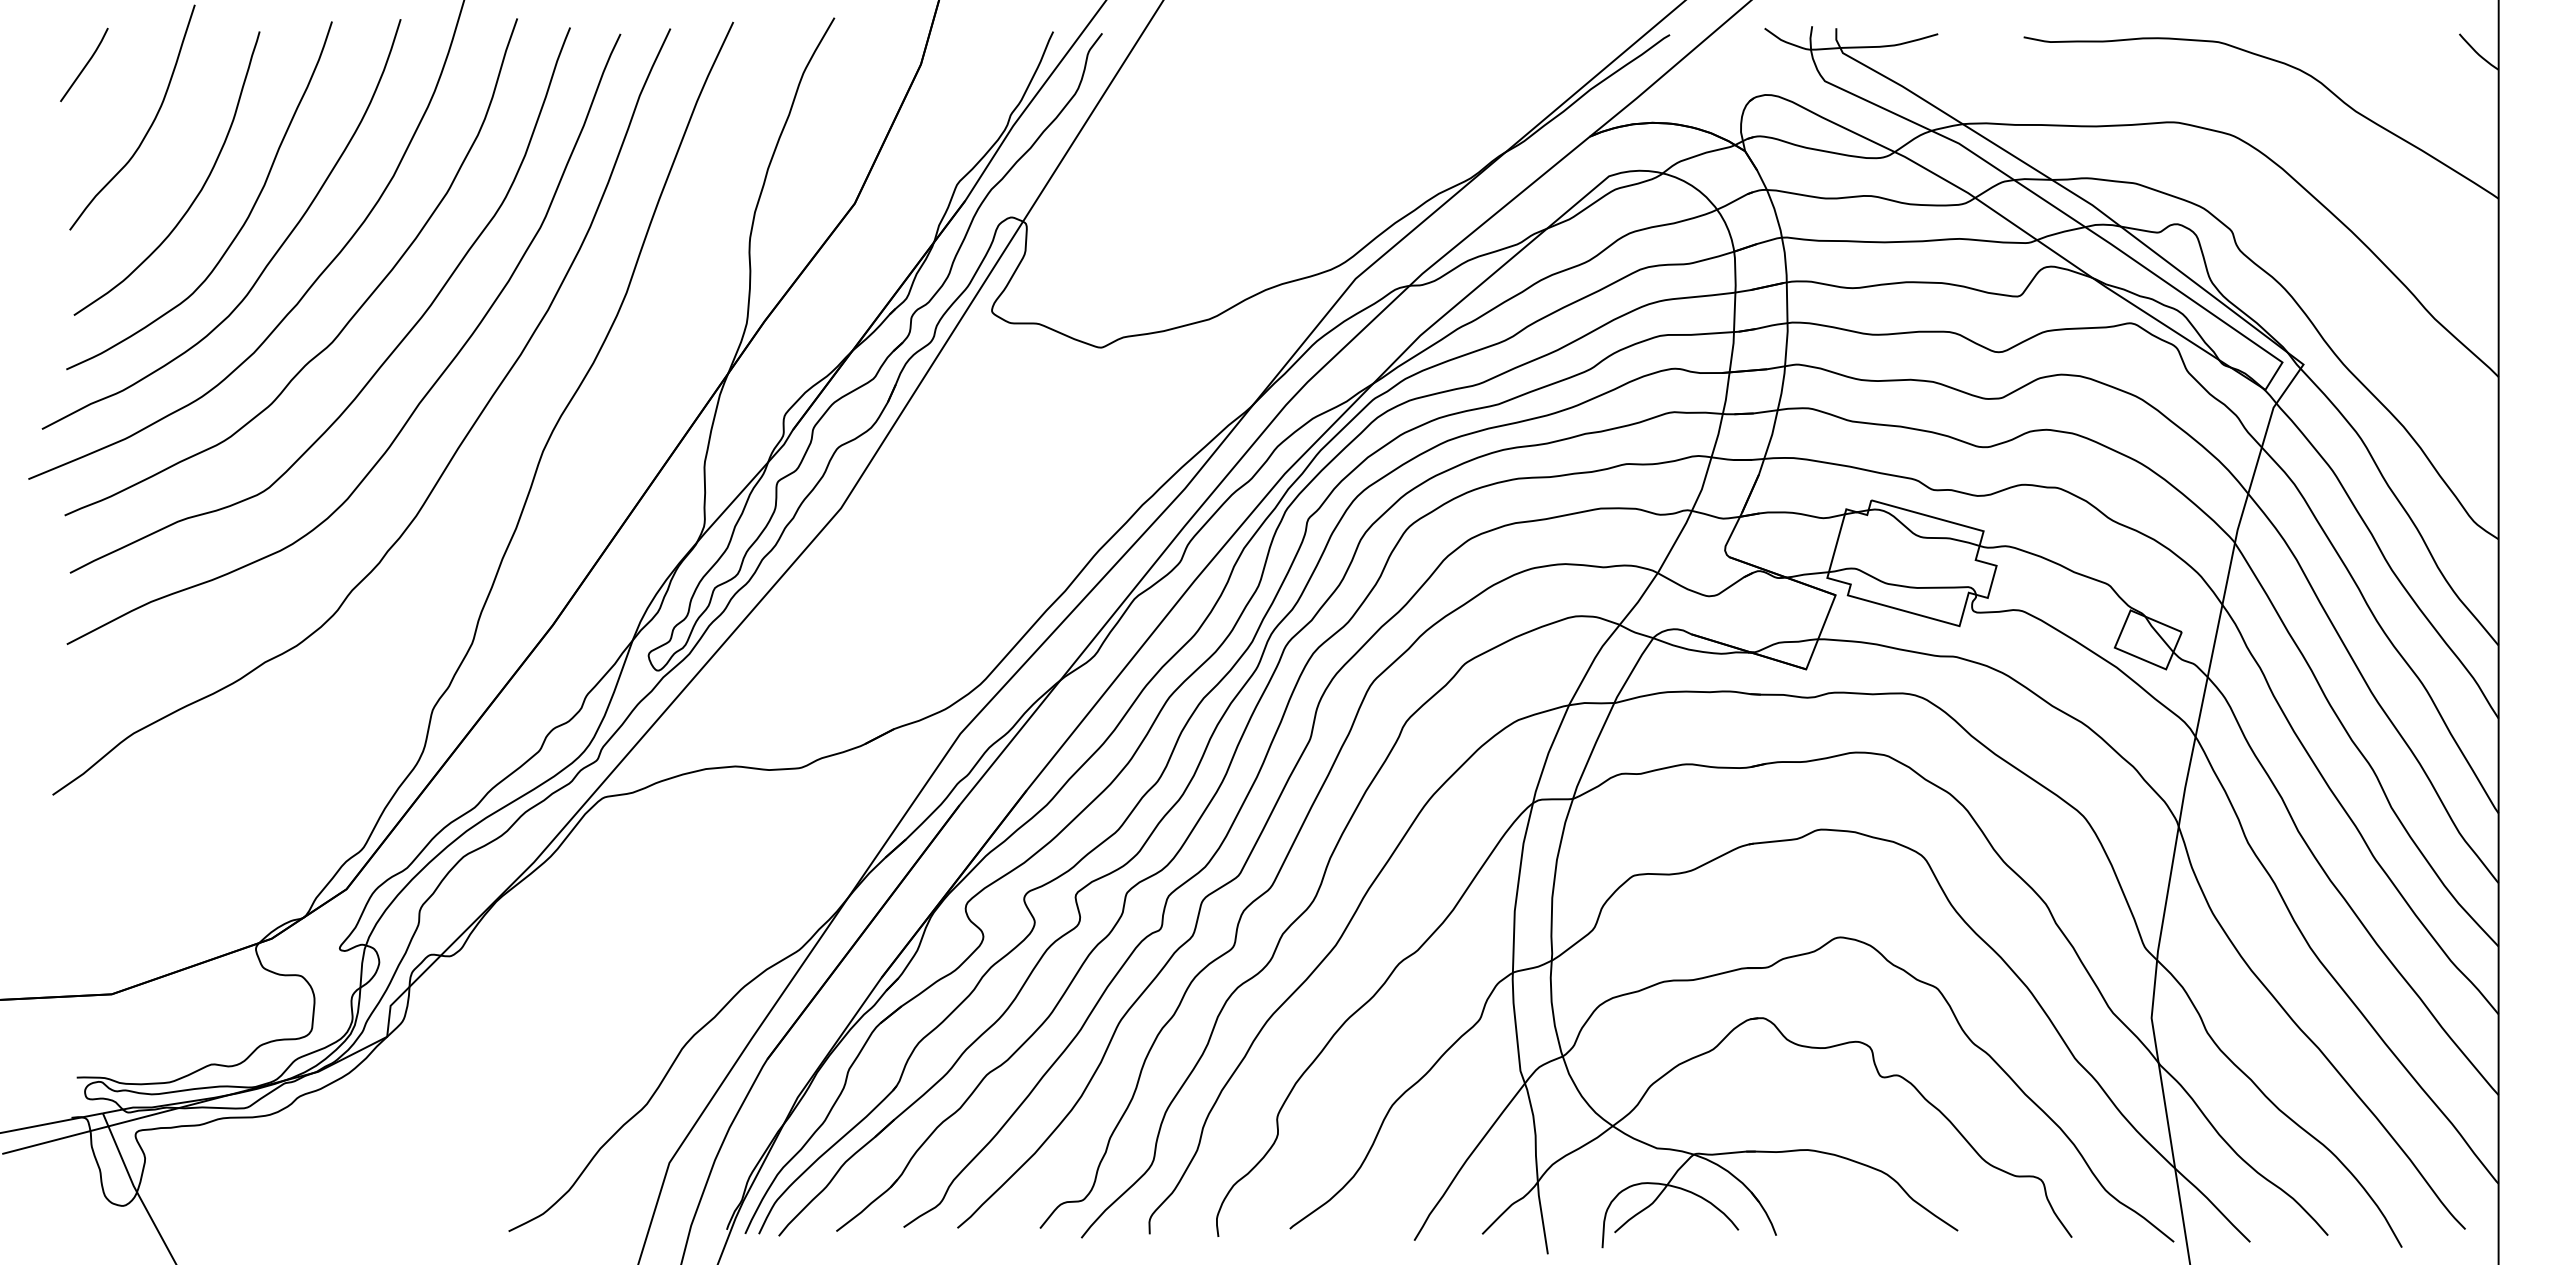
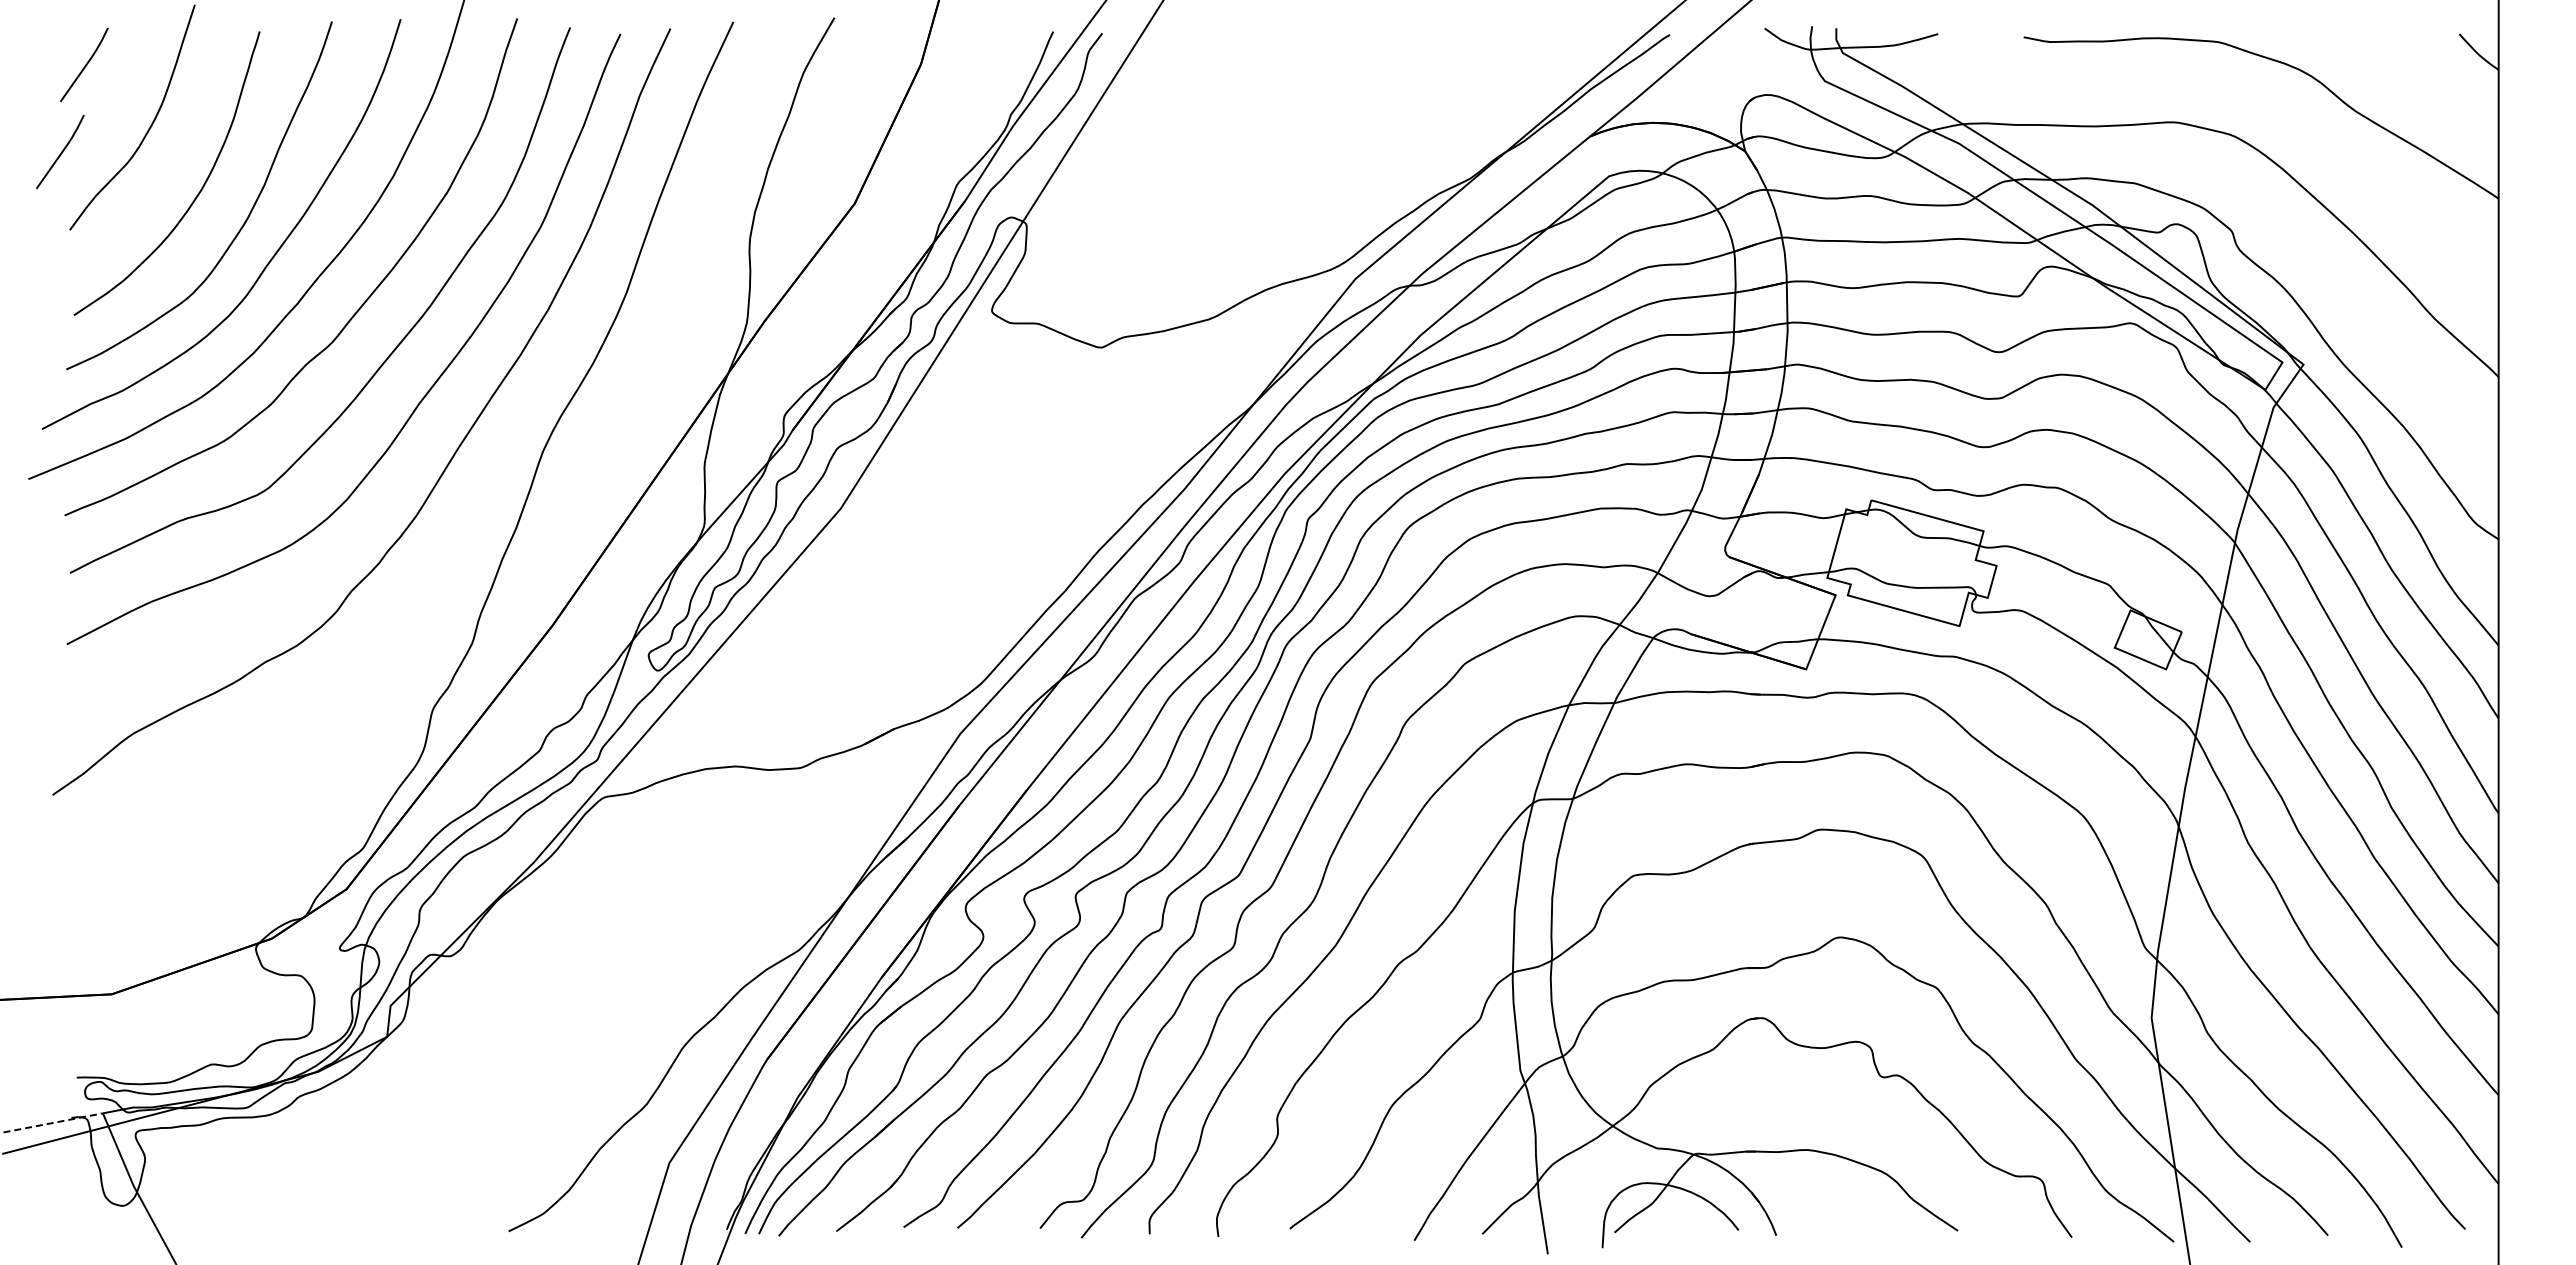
line at (61, 151): none -> present
line at (52, 1123): solid -> dashed
